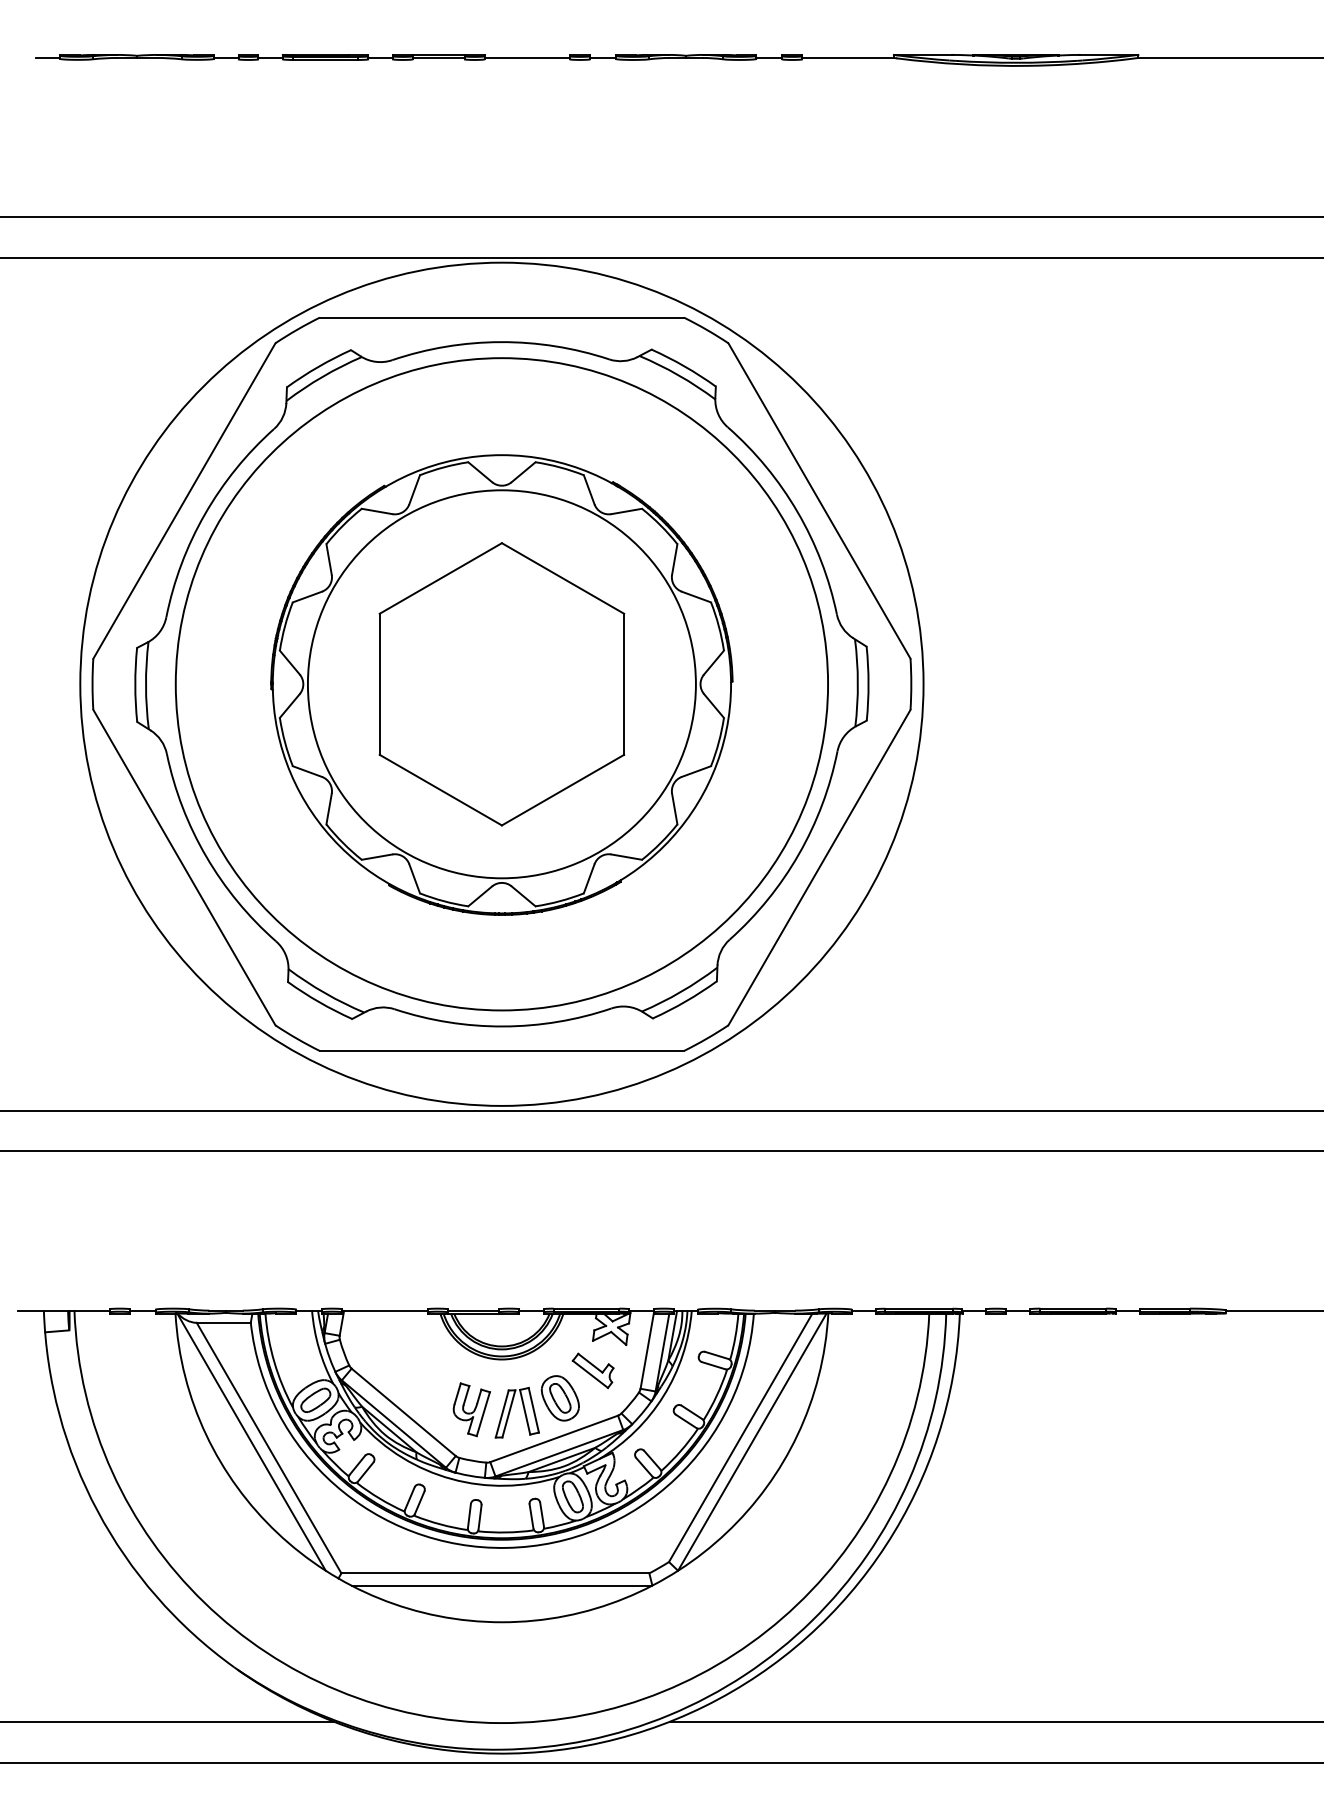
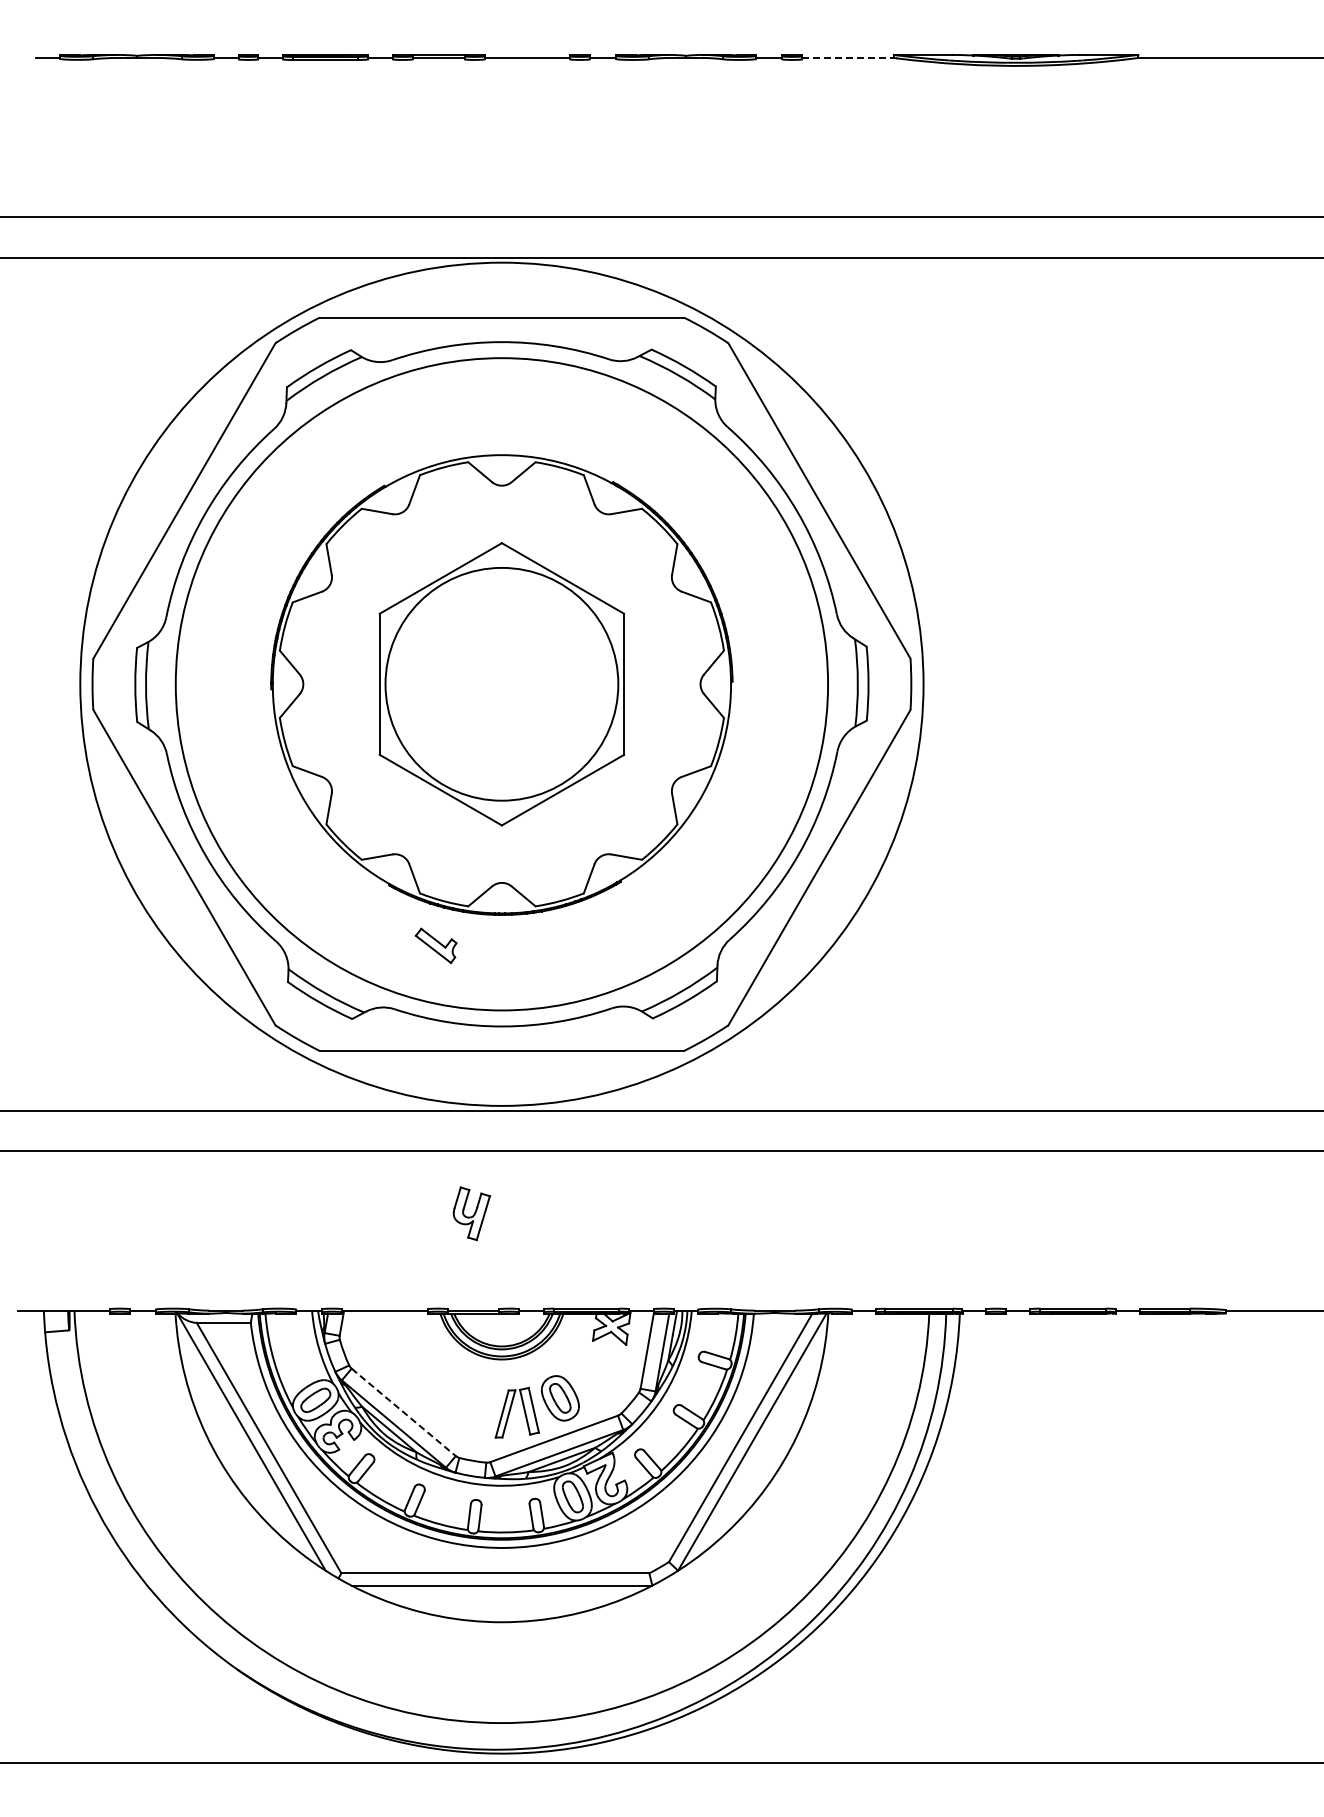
line at (848, 57): solid -> dashed
circle at (501, 684) diameter: 388 px -> 233 px
part at (592, 1370) position: (592, 1370) -> (435, 945)
part at (471, 1409) position: (471, 1409) -> (471, 1213)
line at (403, 1412): solid -> dashed
line at (168, 1721): present -> none
line at (994, 1721): present -> none
